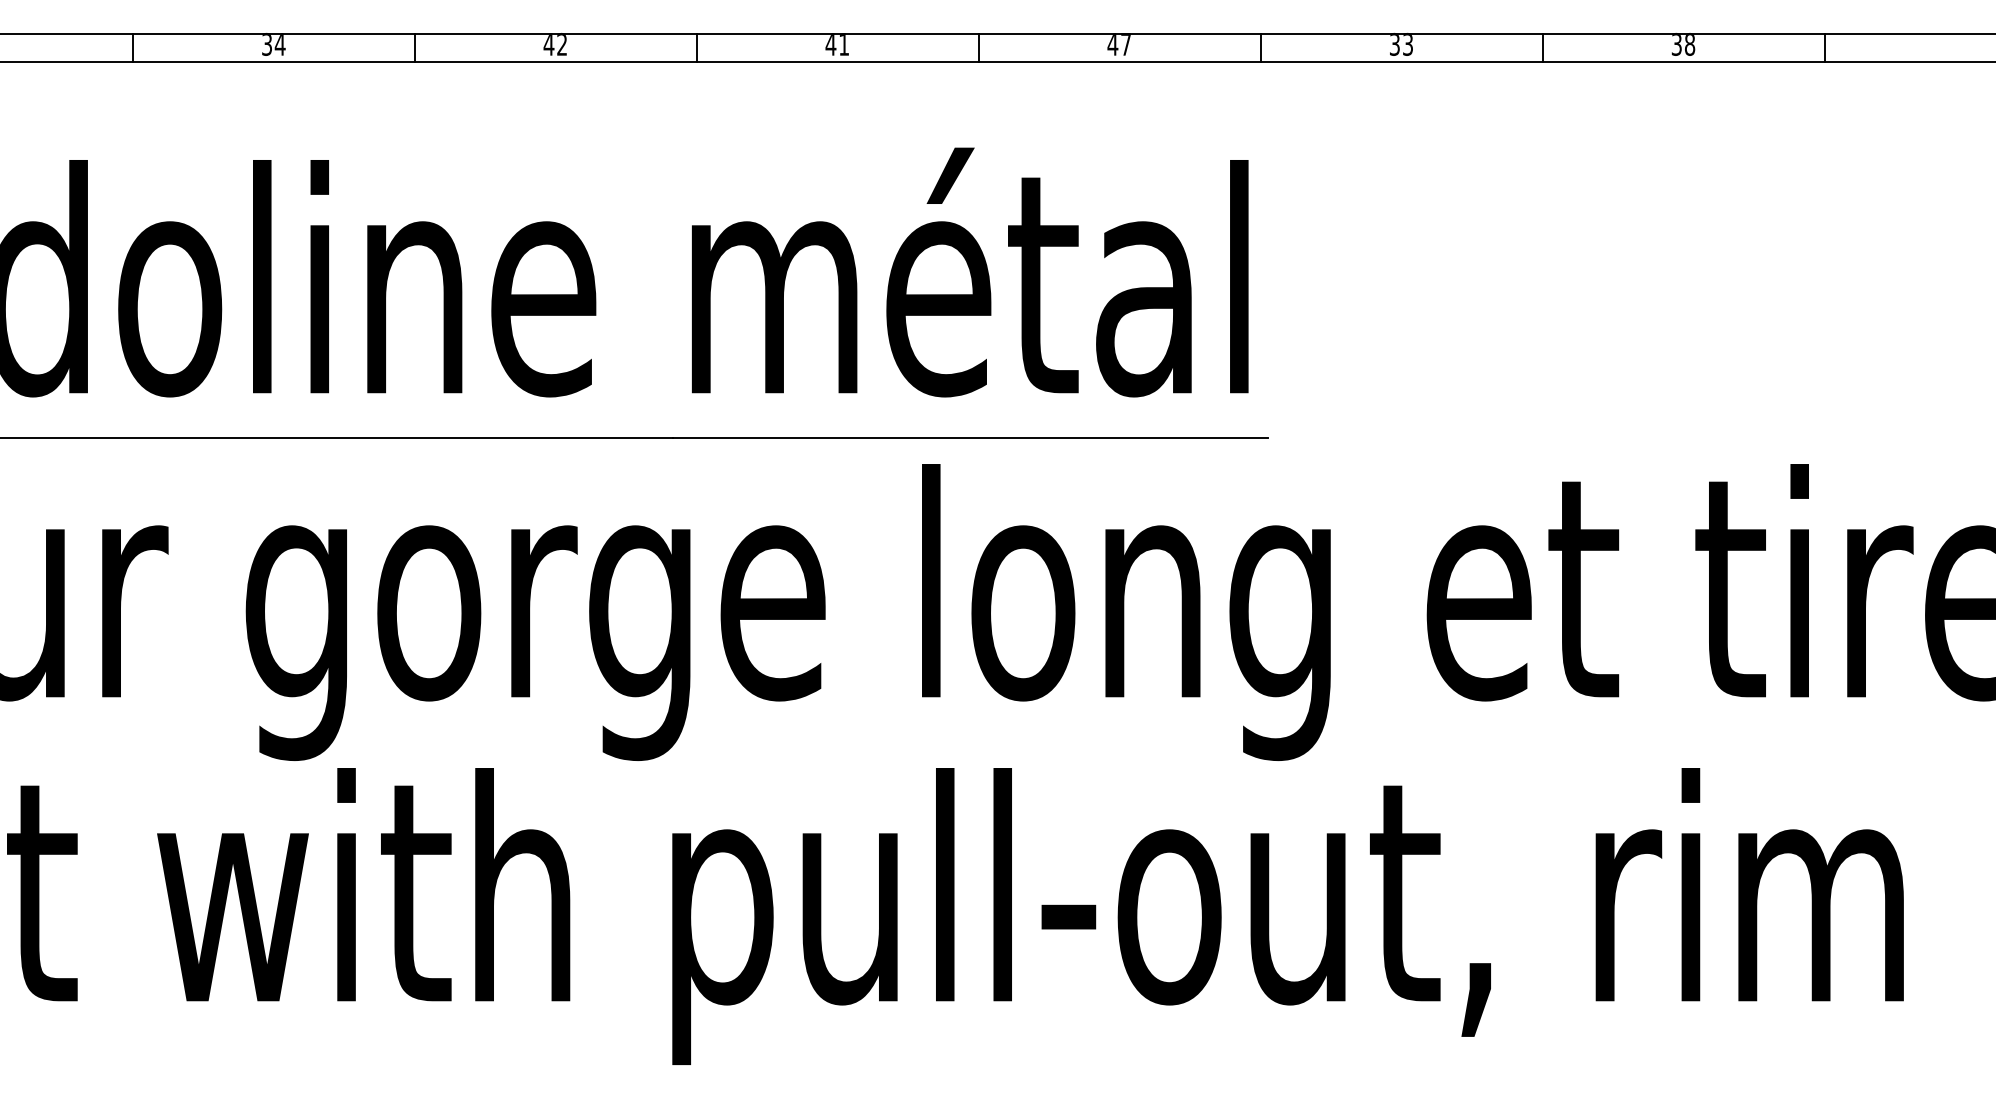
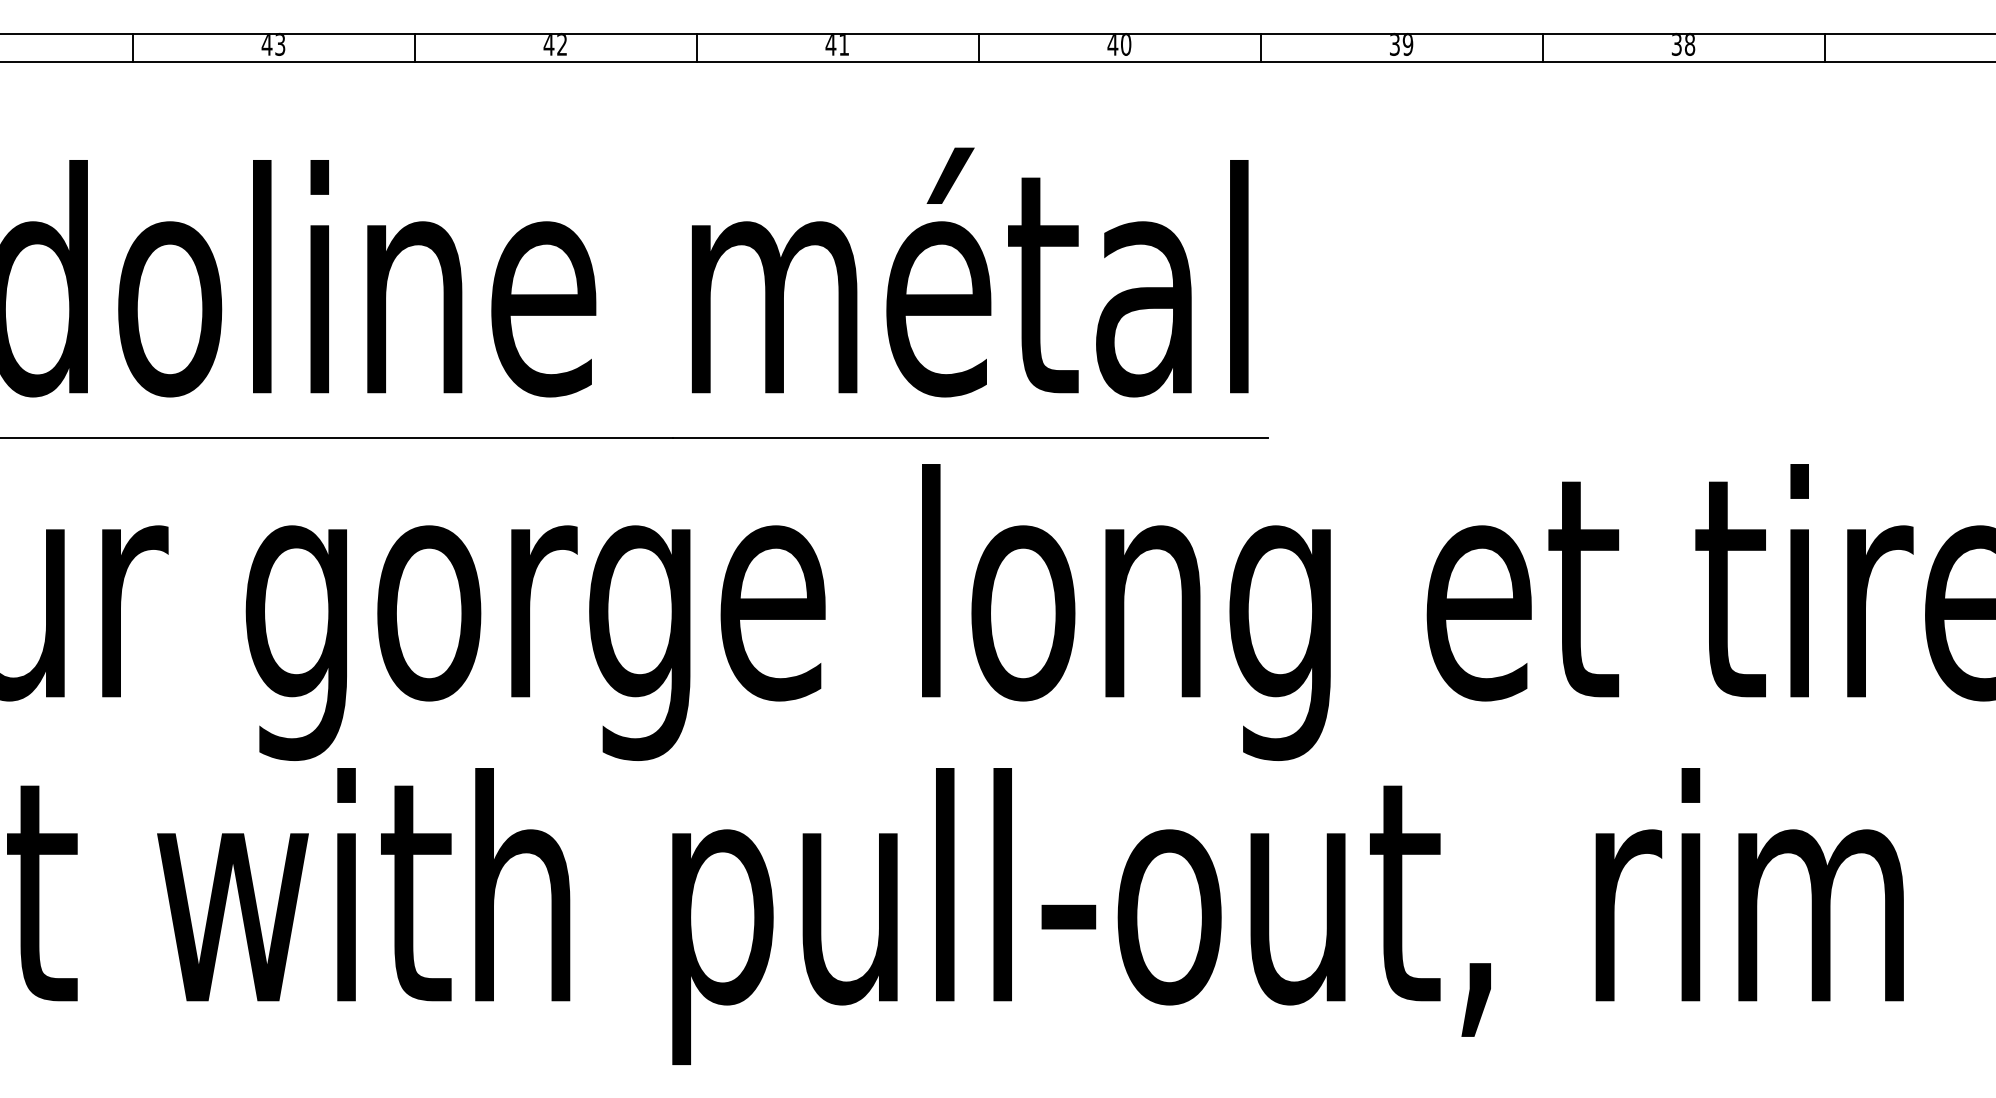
text at (273, 43): 34 -> 43
text at (1126, 45): 47 -> 40
text at (1407, 45): 33 -> 39
